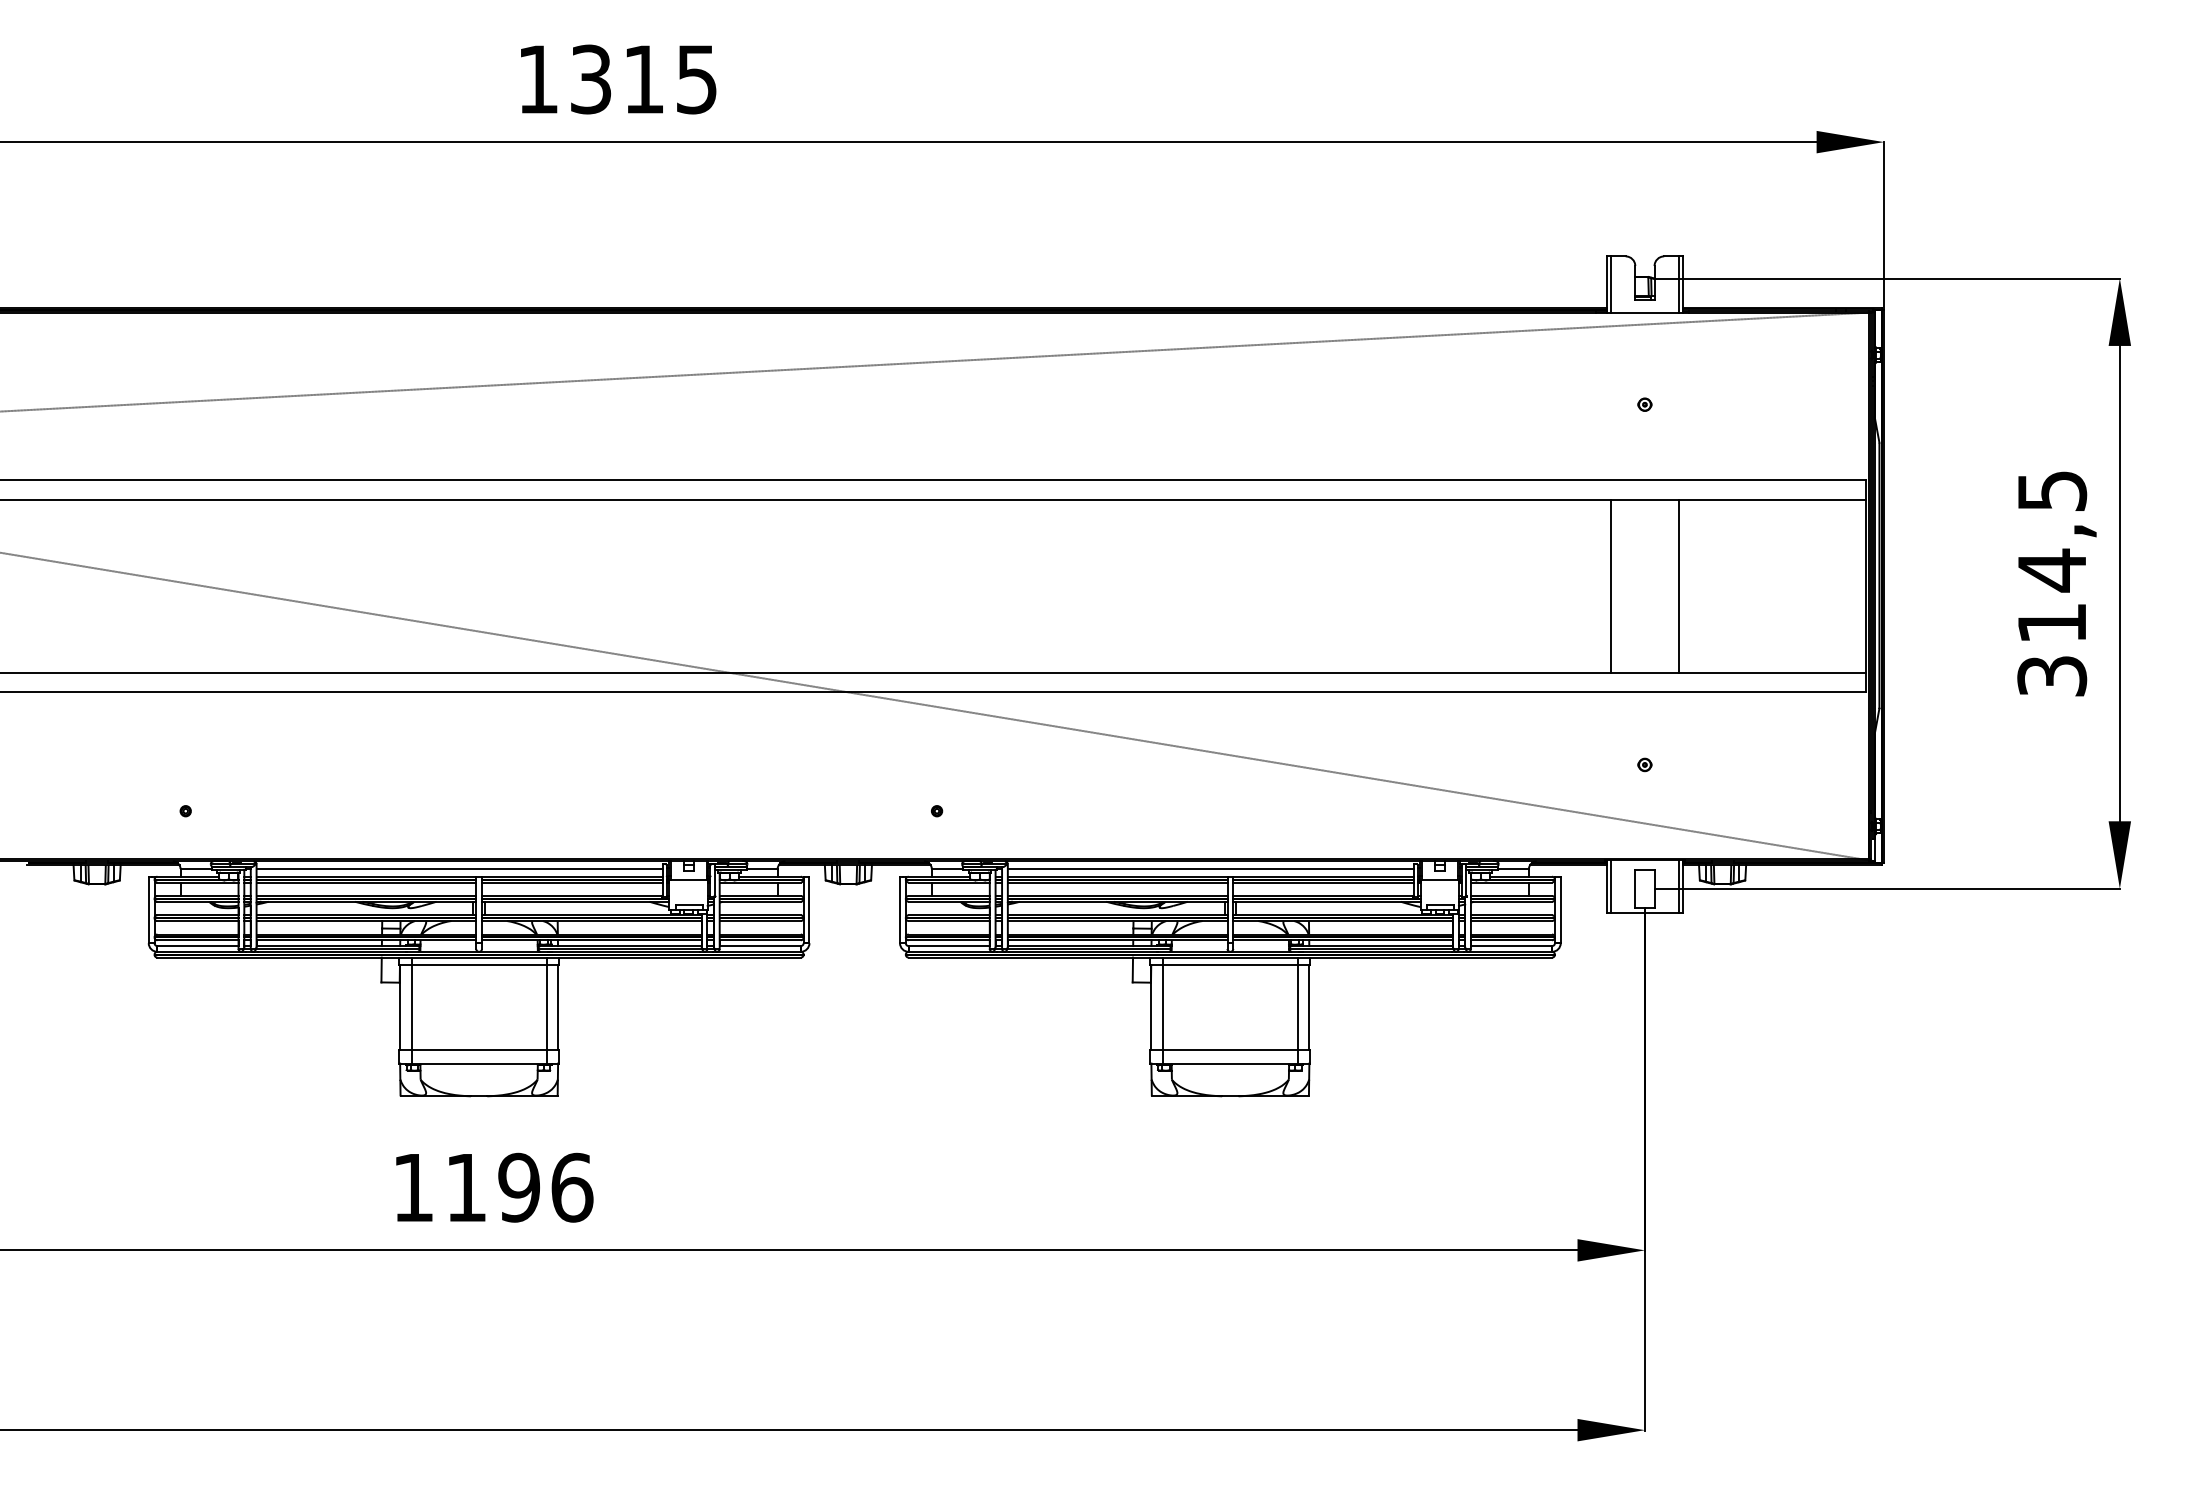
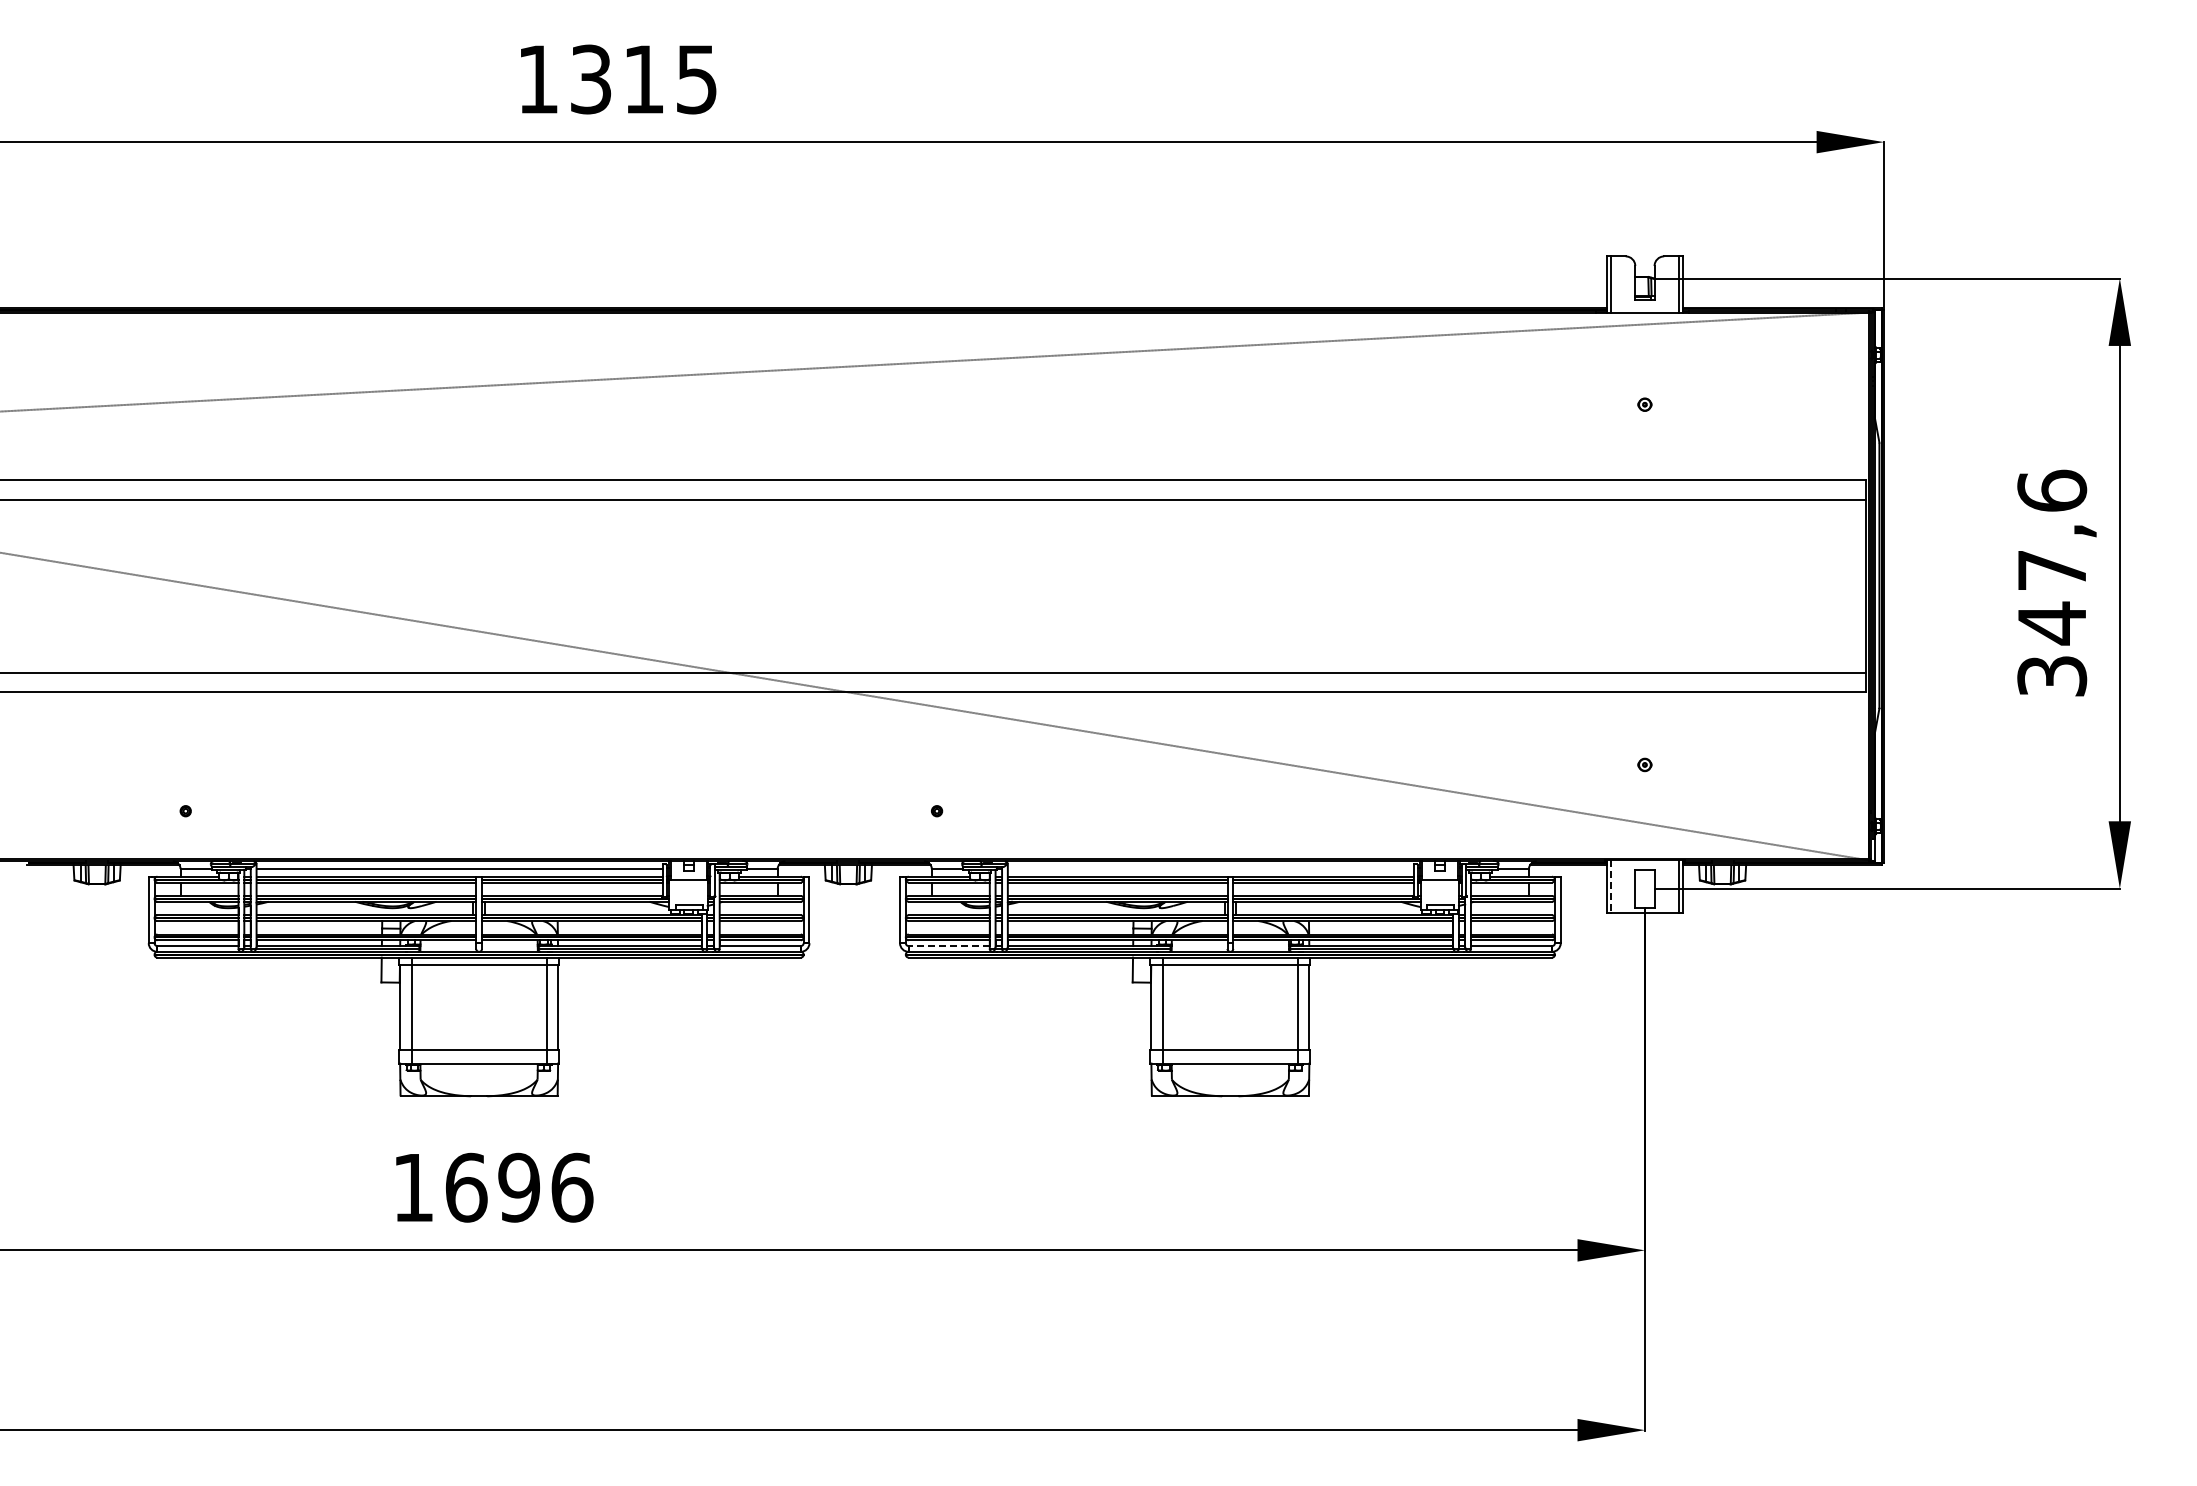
text at (2052, 557): 314,5 -> 347,6
line at (1611, 585): present -> none
line at (1678, 585): present -> none
line at (1210, 869): present -> none
line at (1611, 886): solid -> dashed
line at (949, 946): solid -> dashed
text at (466, 1187): 1196 -> 1696
